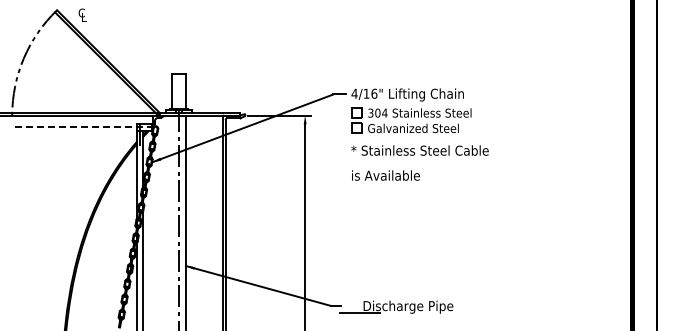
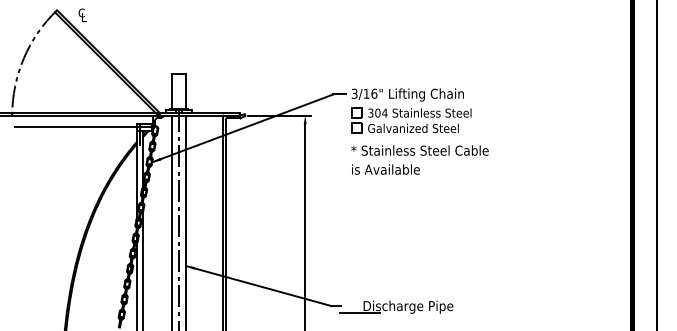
text at (354, 93): 4/16" -> 3/16"
line at (83, 127): dashed -> solid
text at (385, 175) position: (385, 175) -> (385, 169)
line at (172, 221): none -> present
